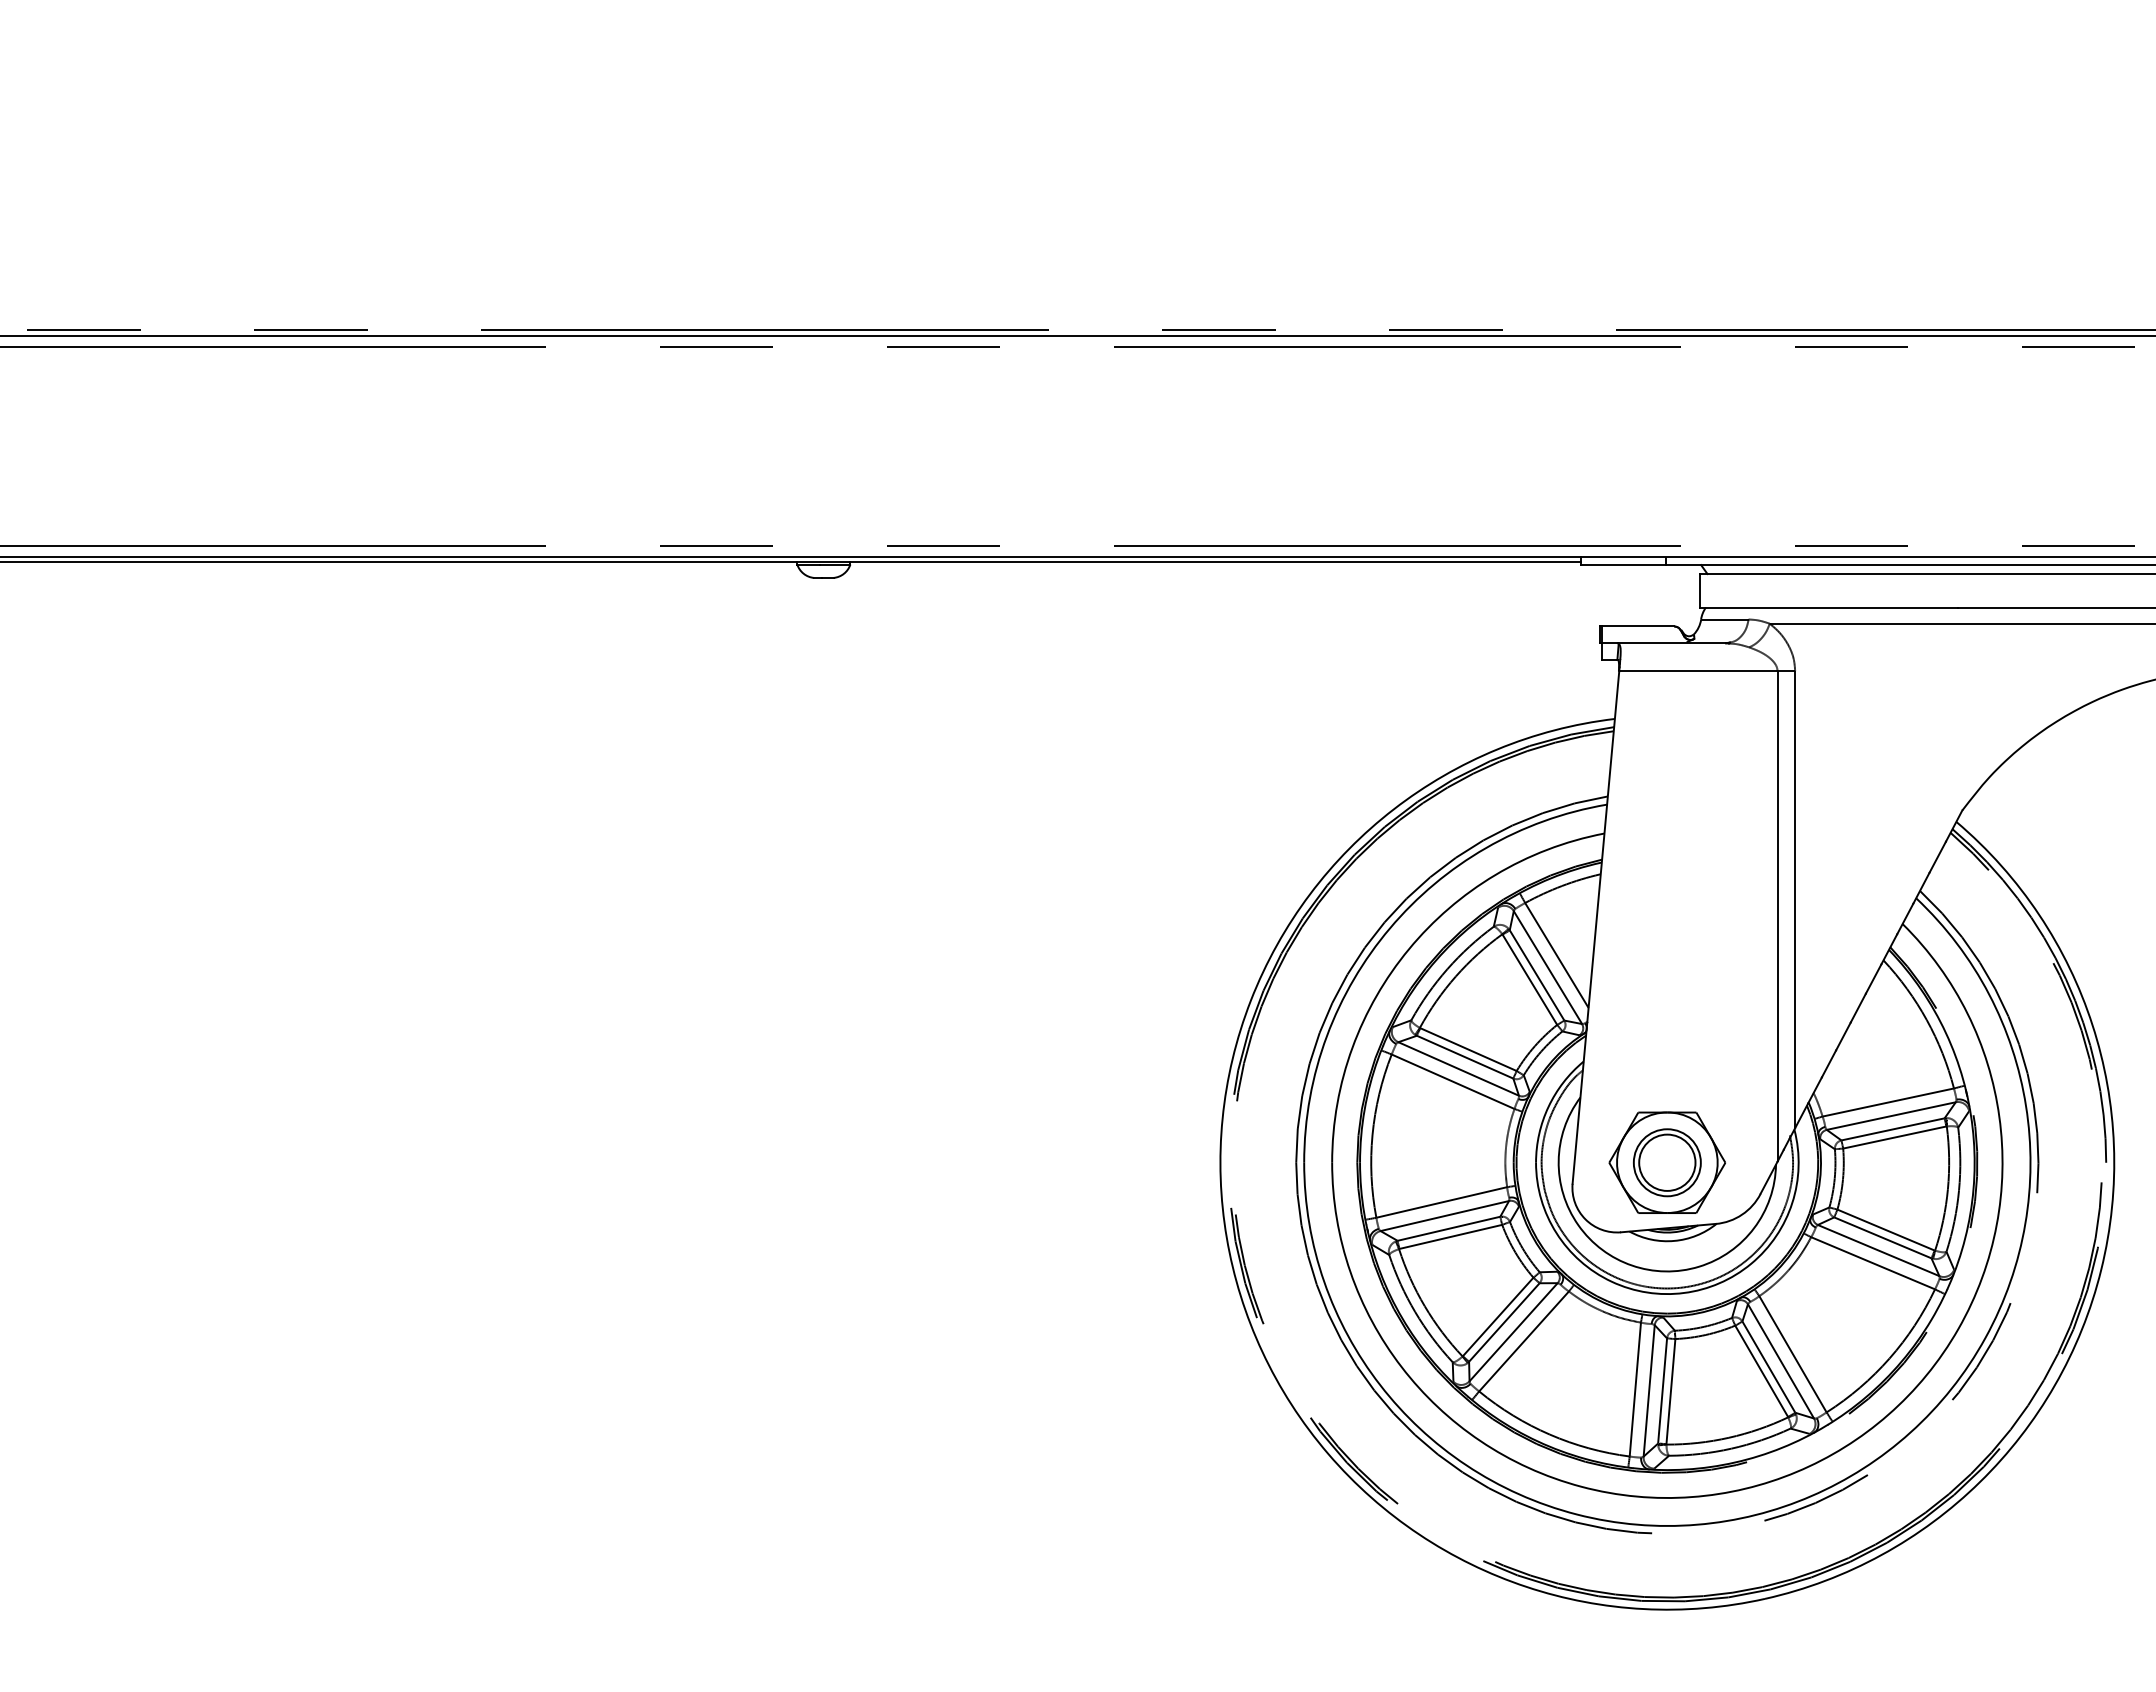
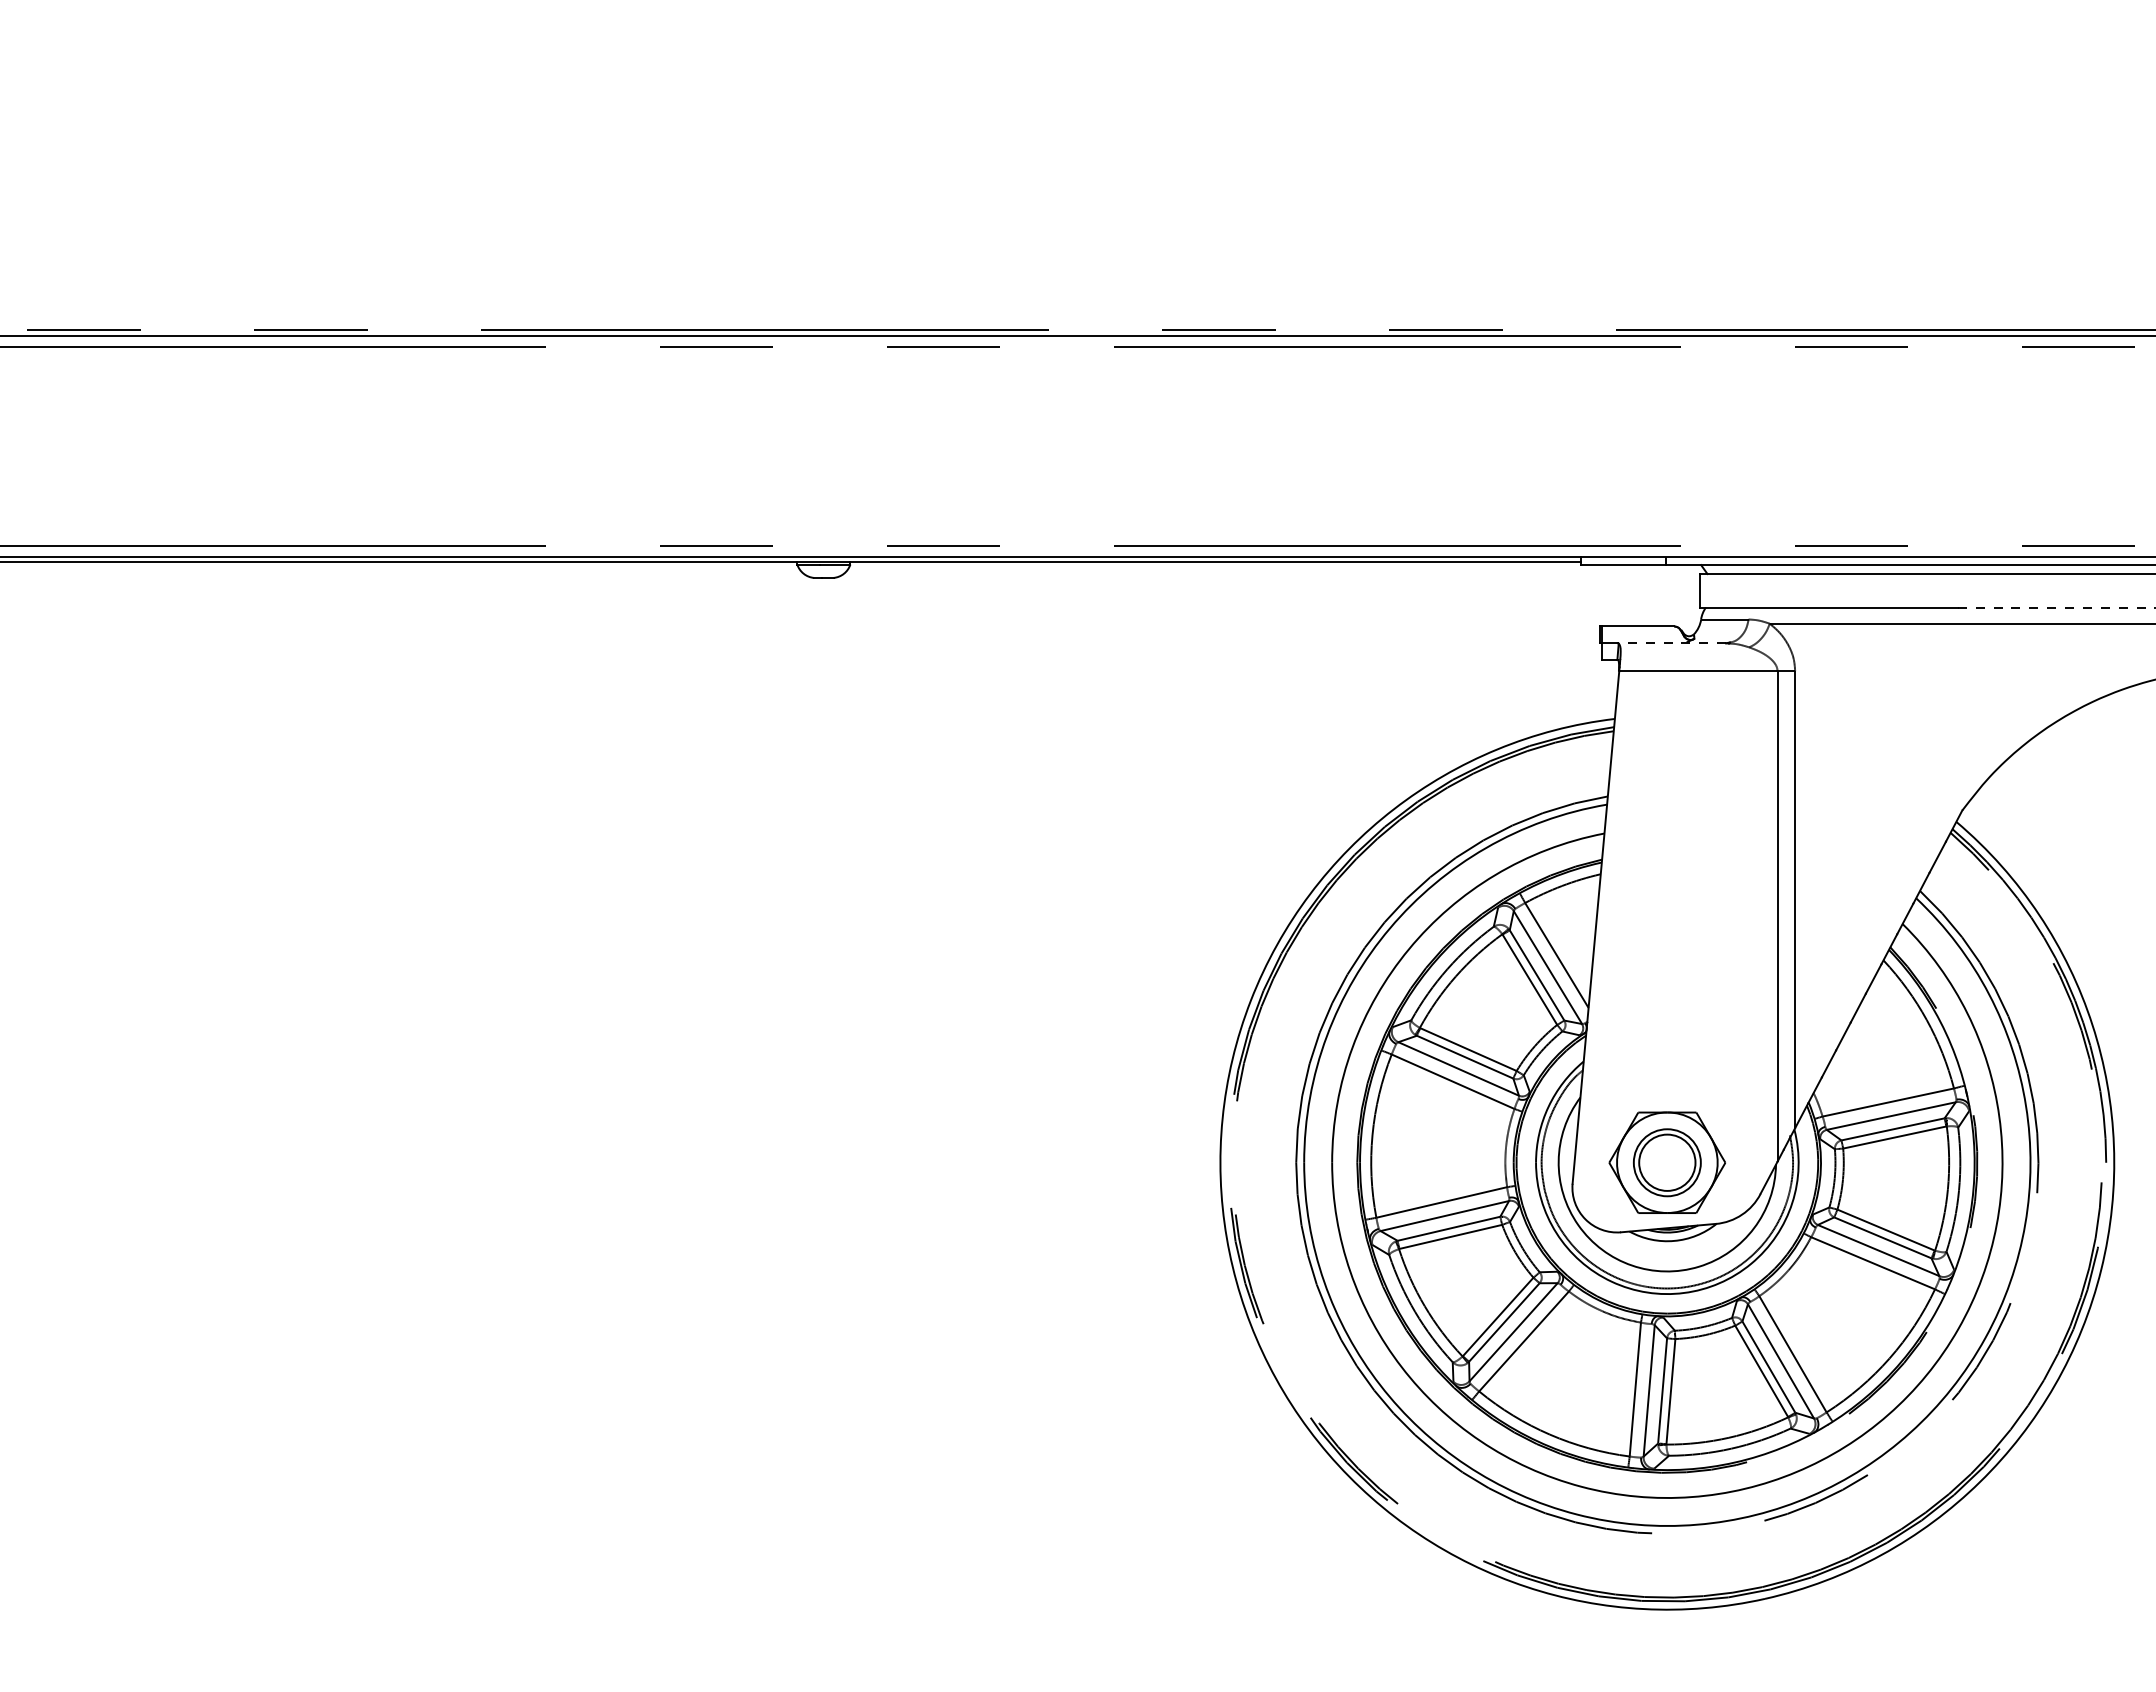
line at (2056, 607): solid -> dashed
line at (1671, 643): solid -> dashed
